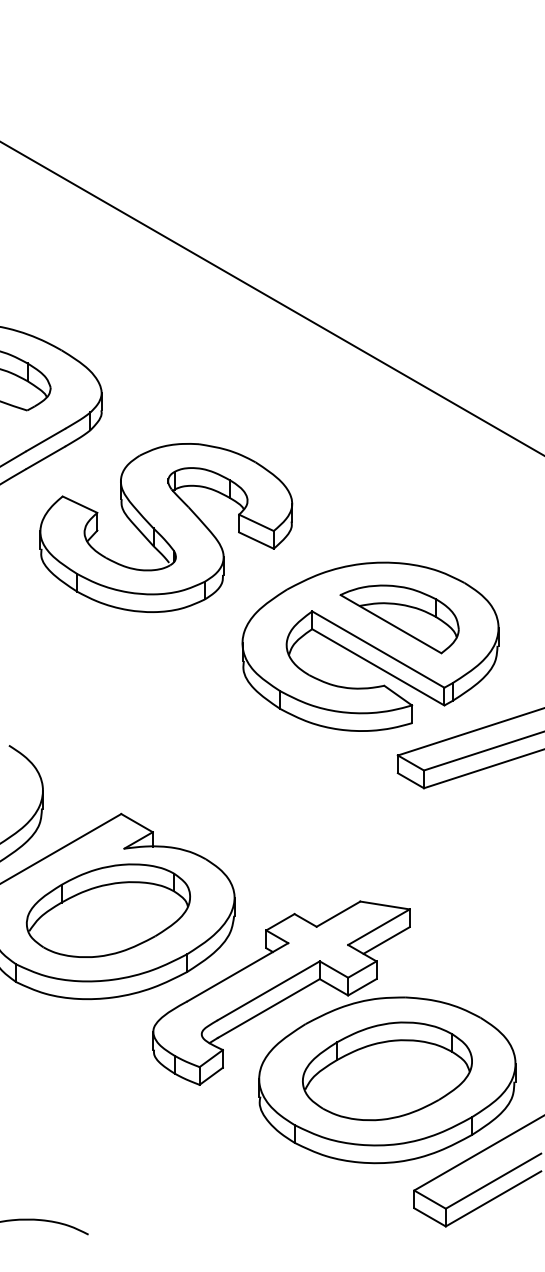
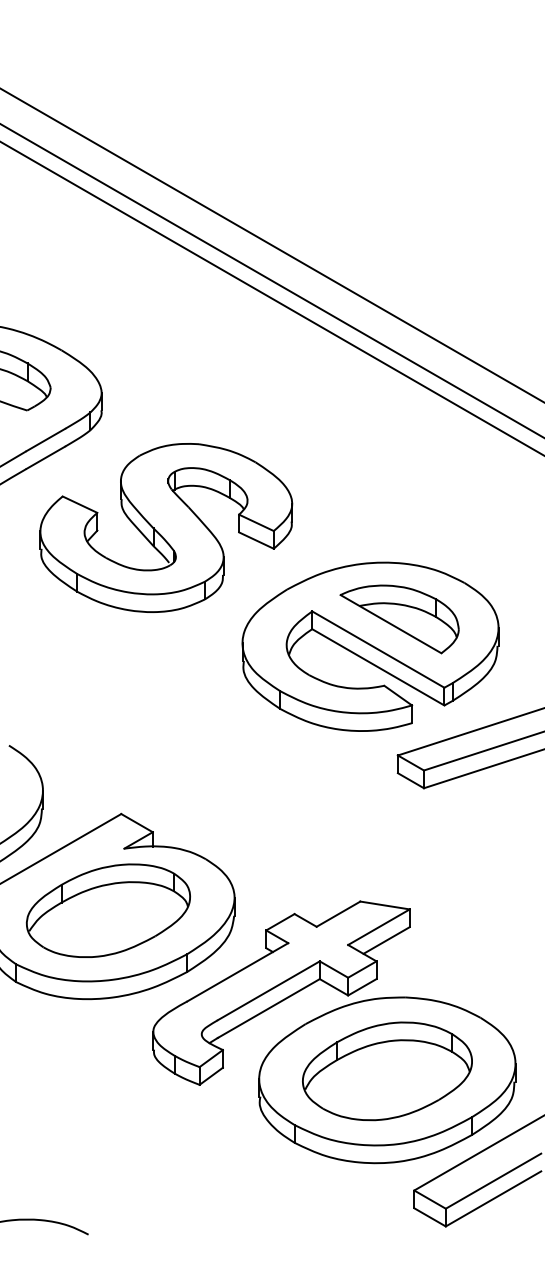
line at (271, 245): none -> present
line at (271, 280): none -> present
